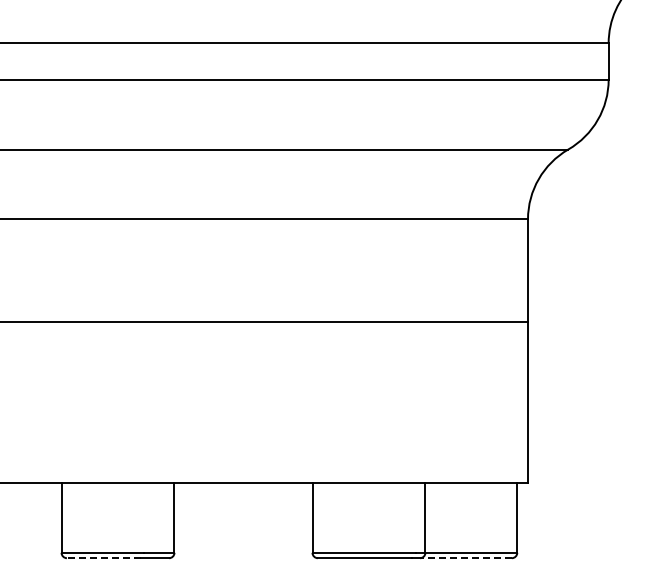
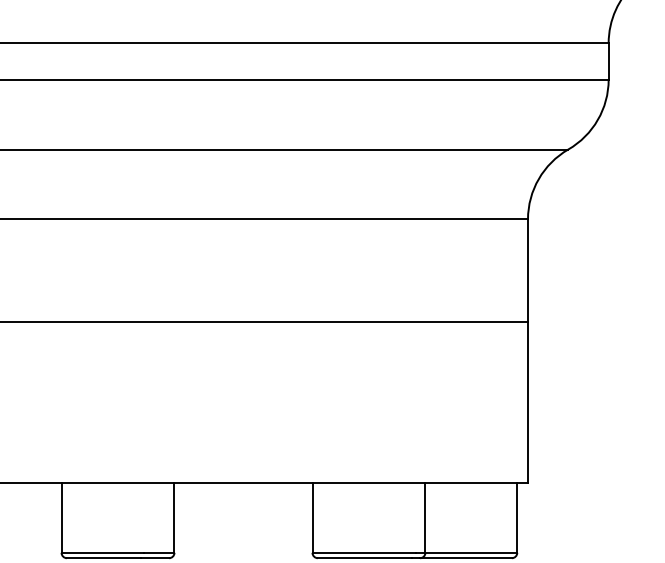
line at (103, 558): dashed -> solid
line at (465, 558): dashed -> solid
